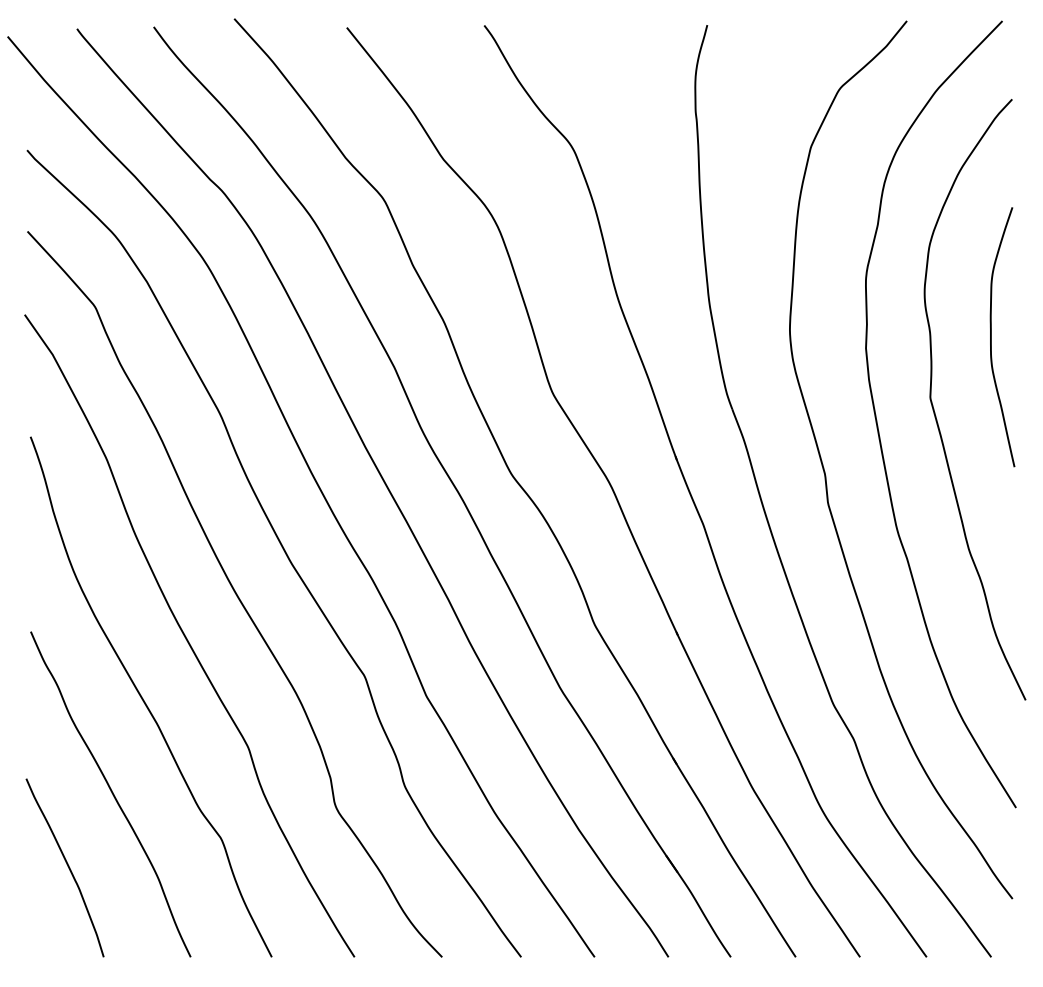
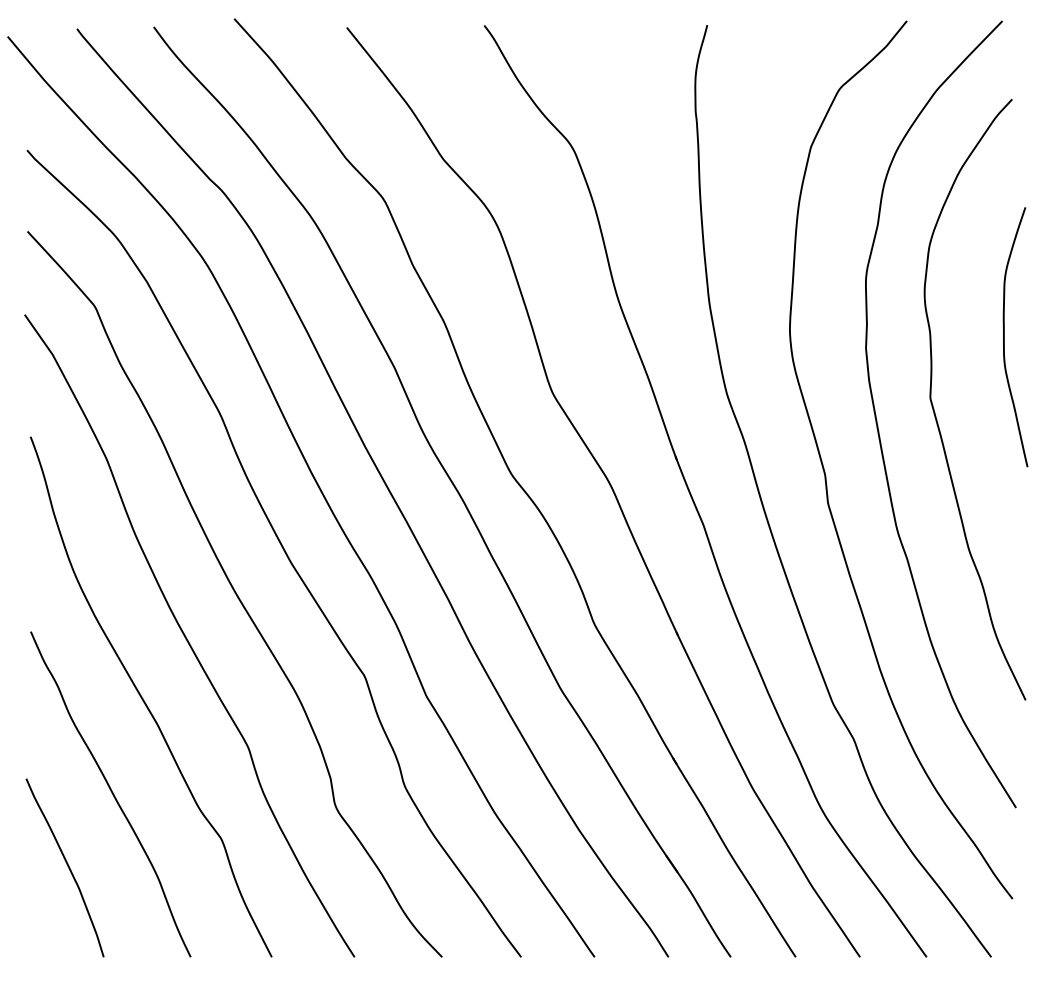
curve at (991, 337) position: (991, 337) -> (1004, 337)
